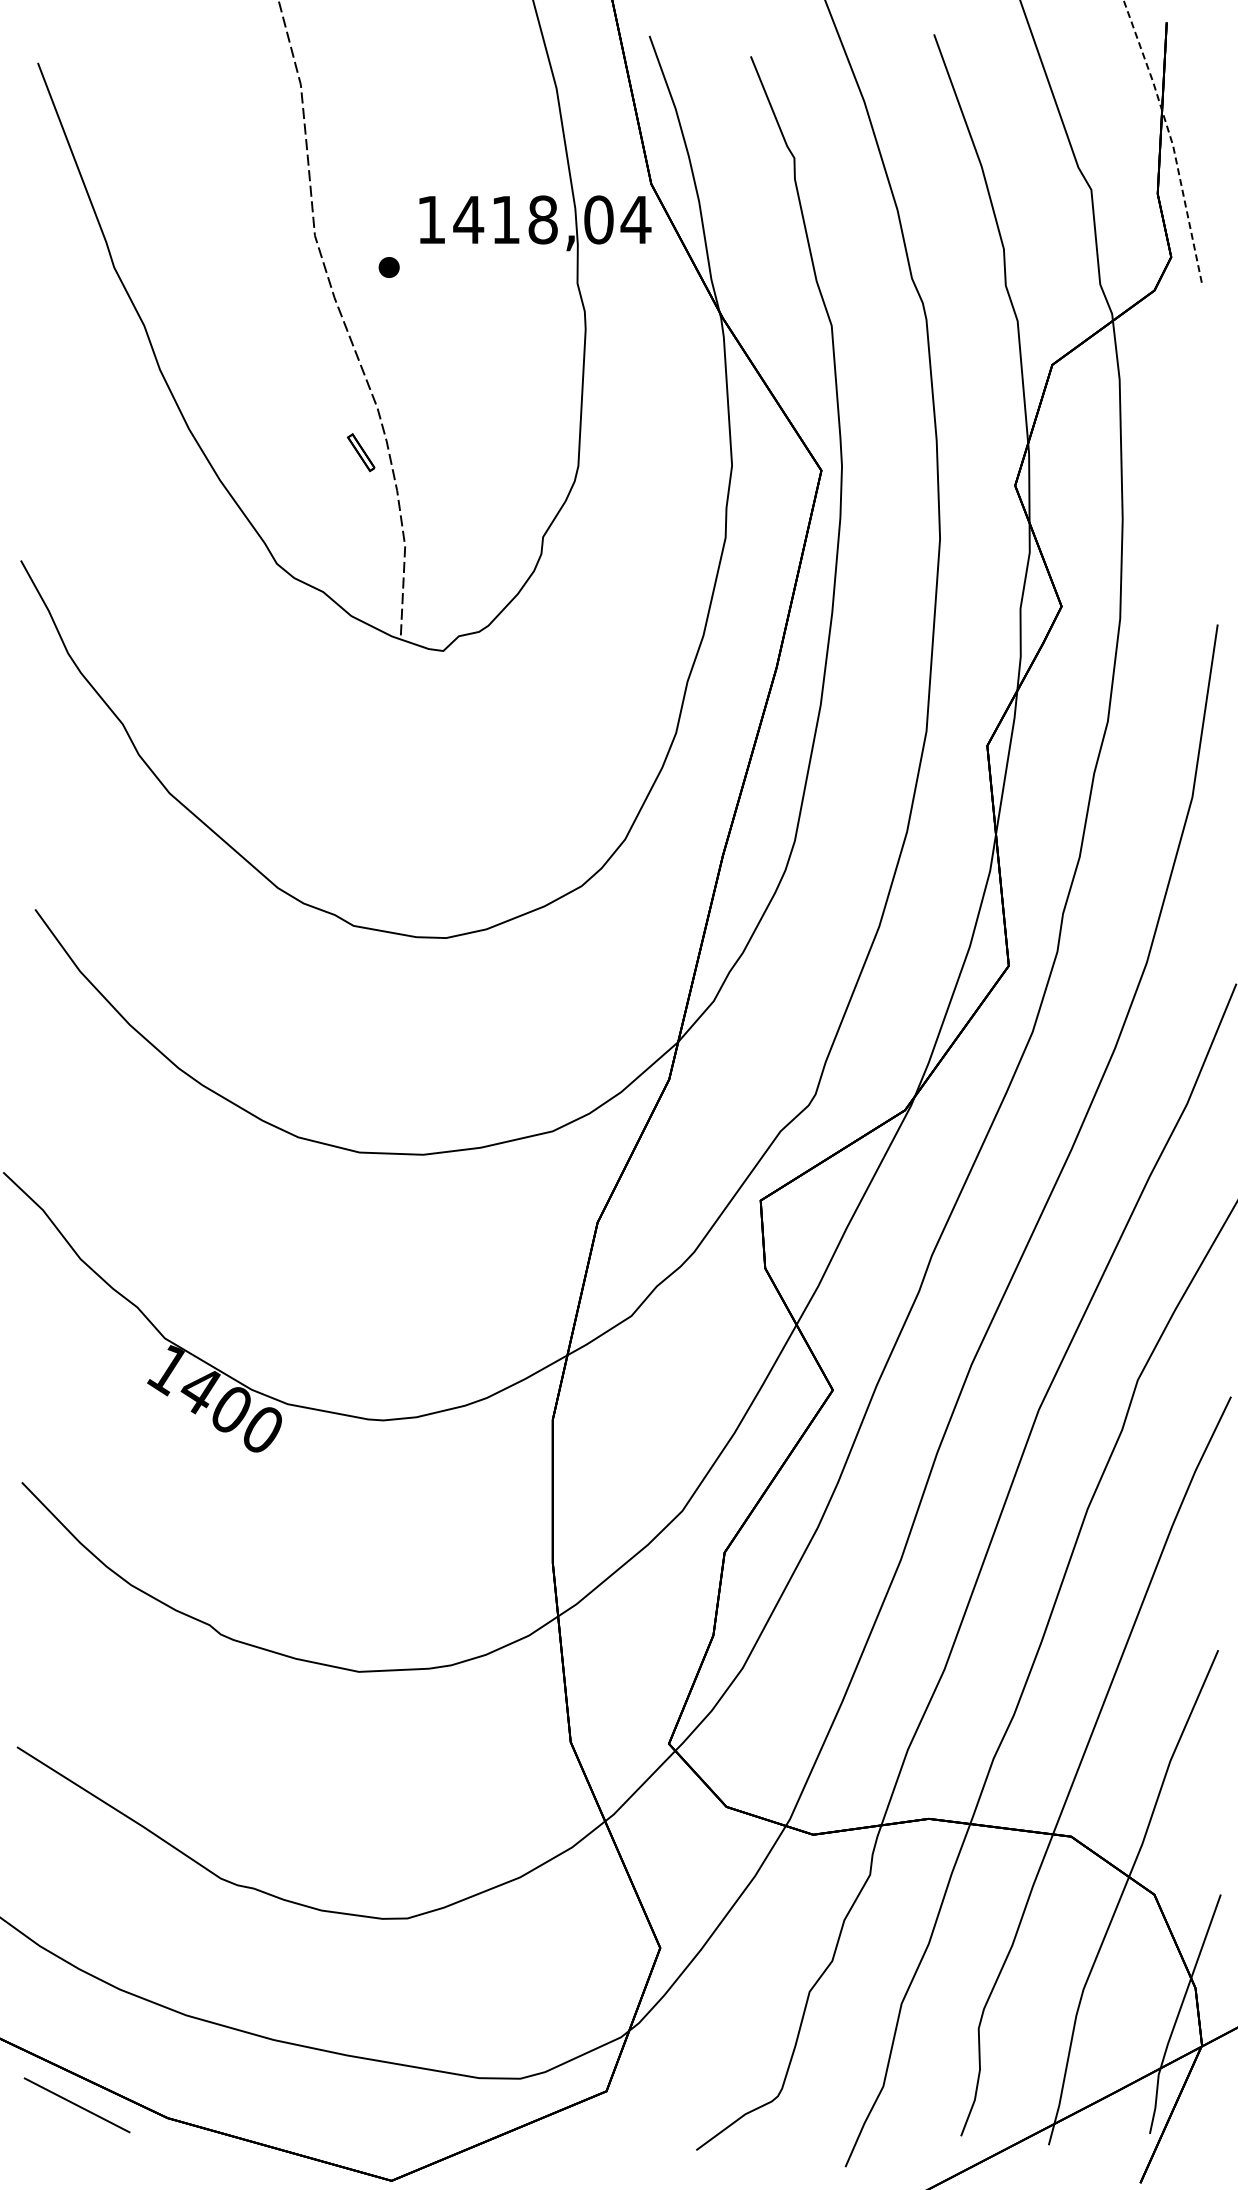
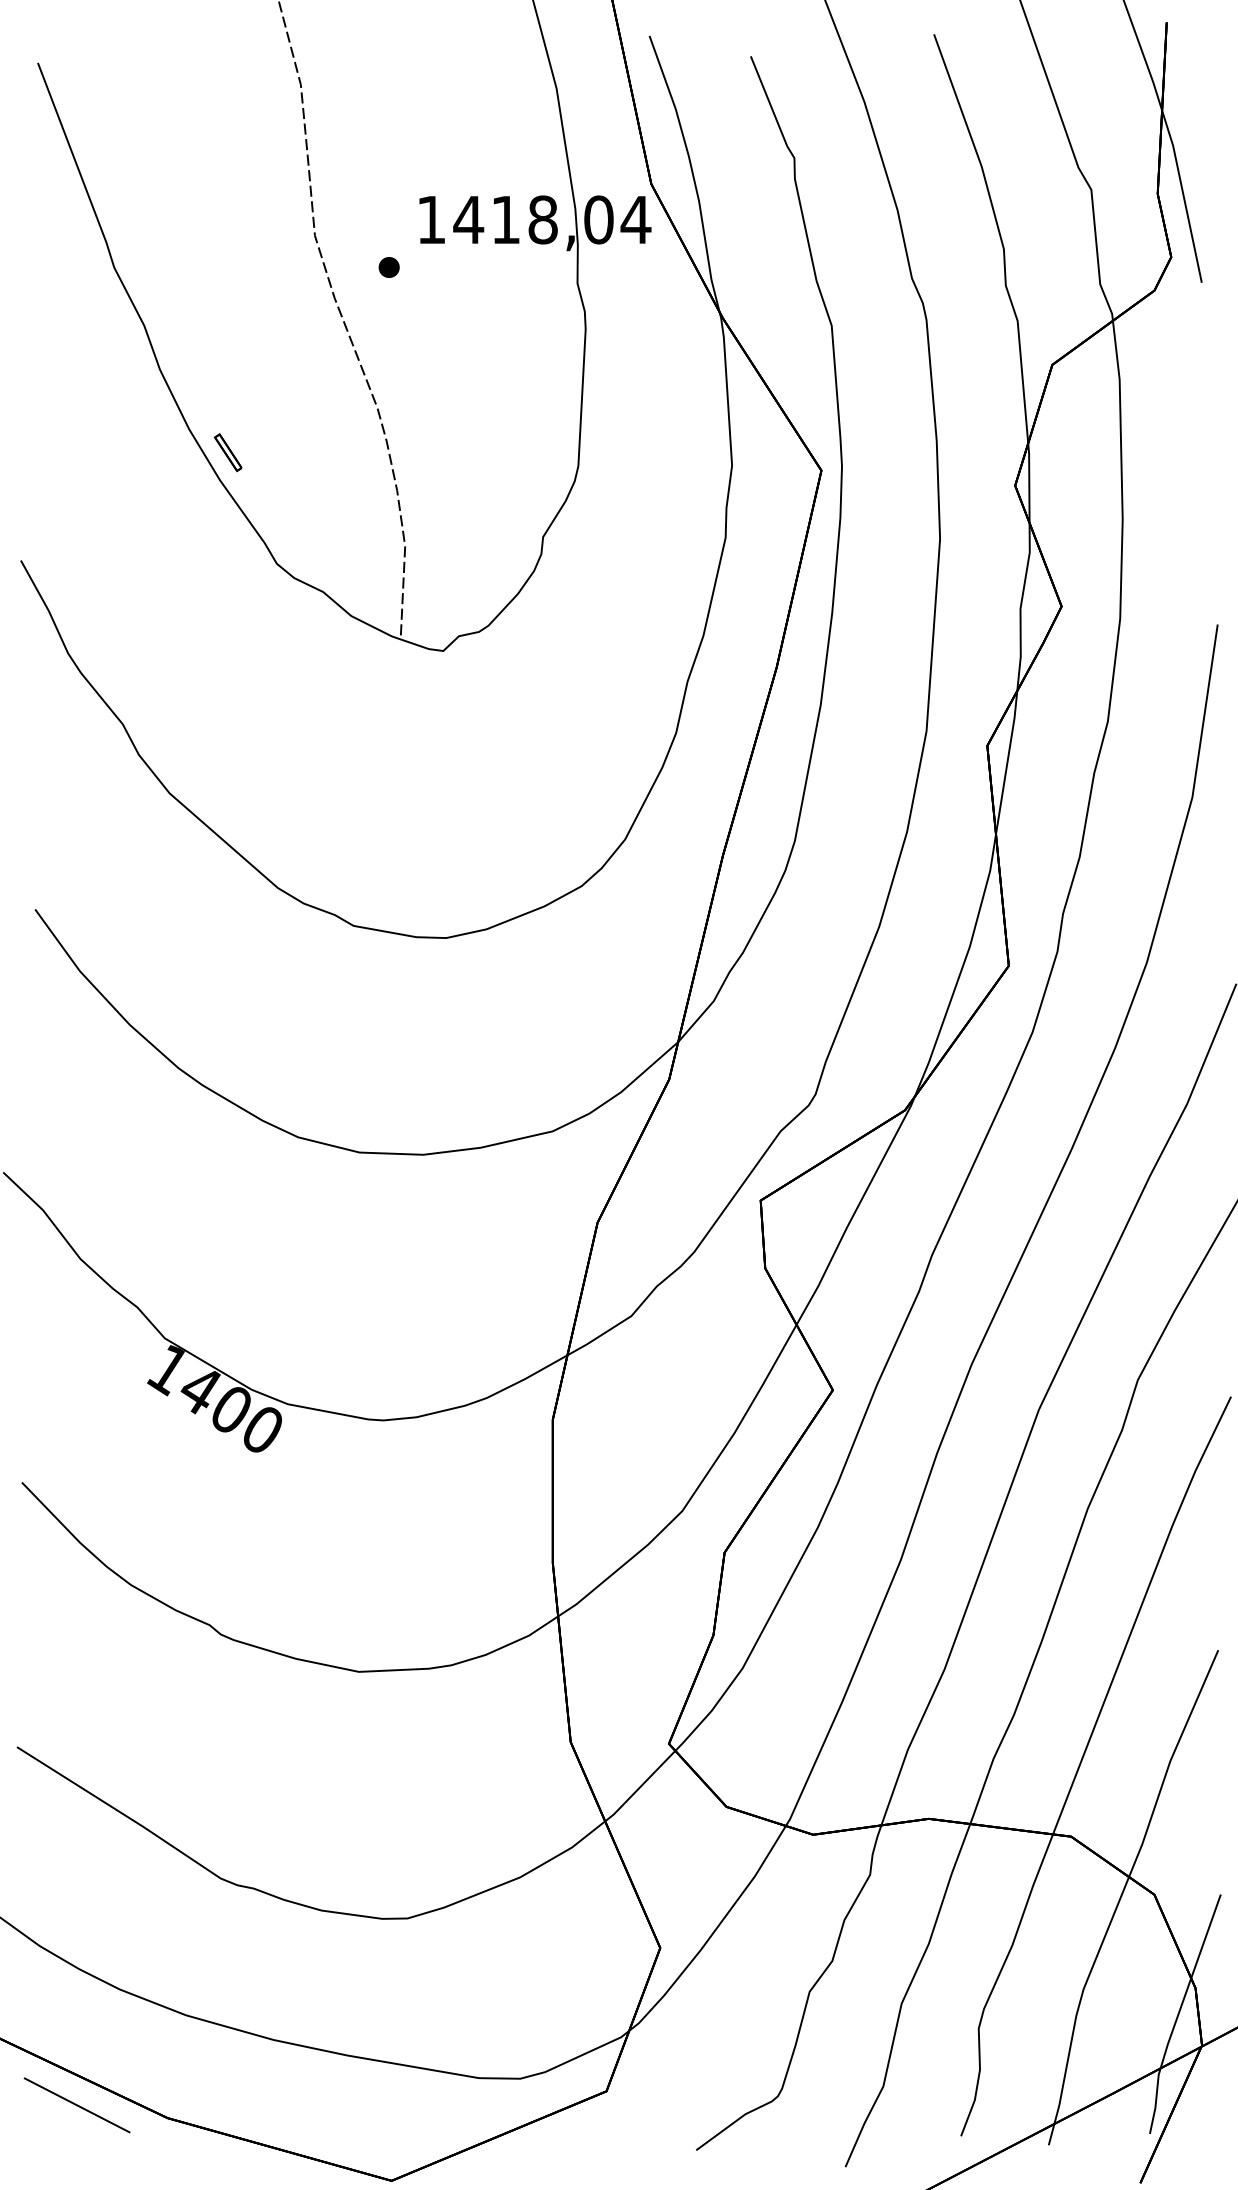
line at (1171, 139): dashed -> solid
part at (360, 452) position: (360, 452) -> (227, 452)
